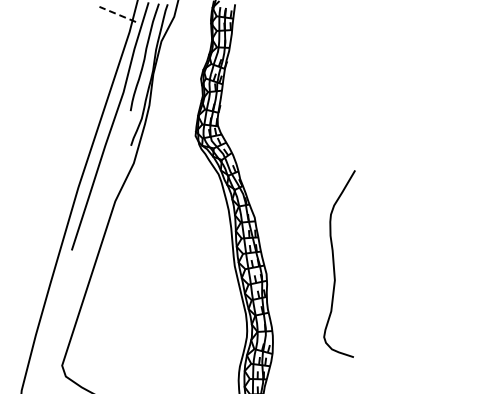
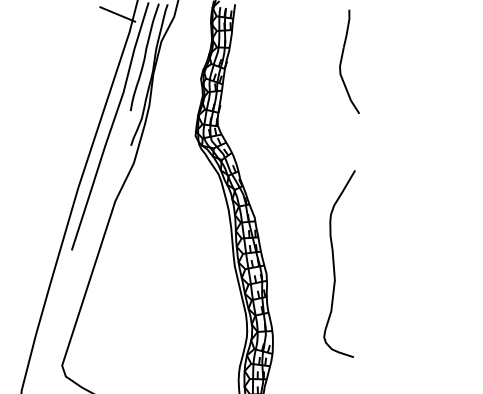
line at (117, 14): dashed -> solid
part at (342, 60): none -> present
